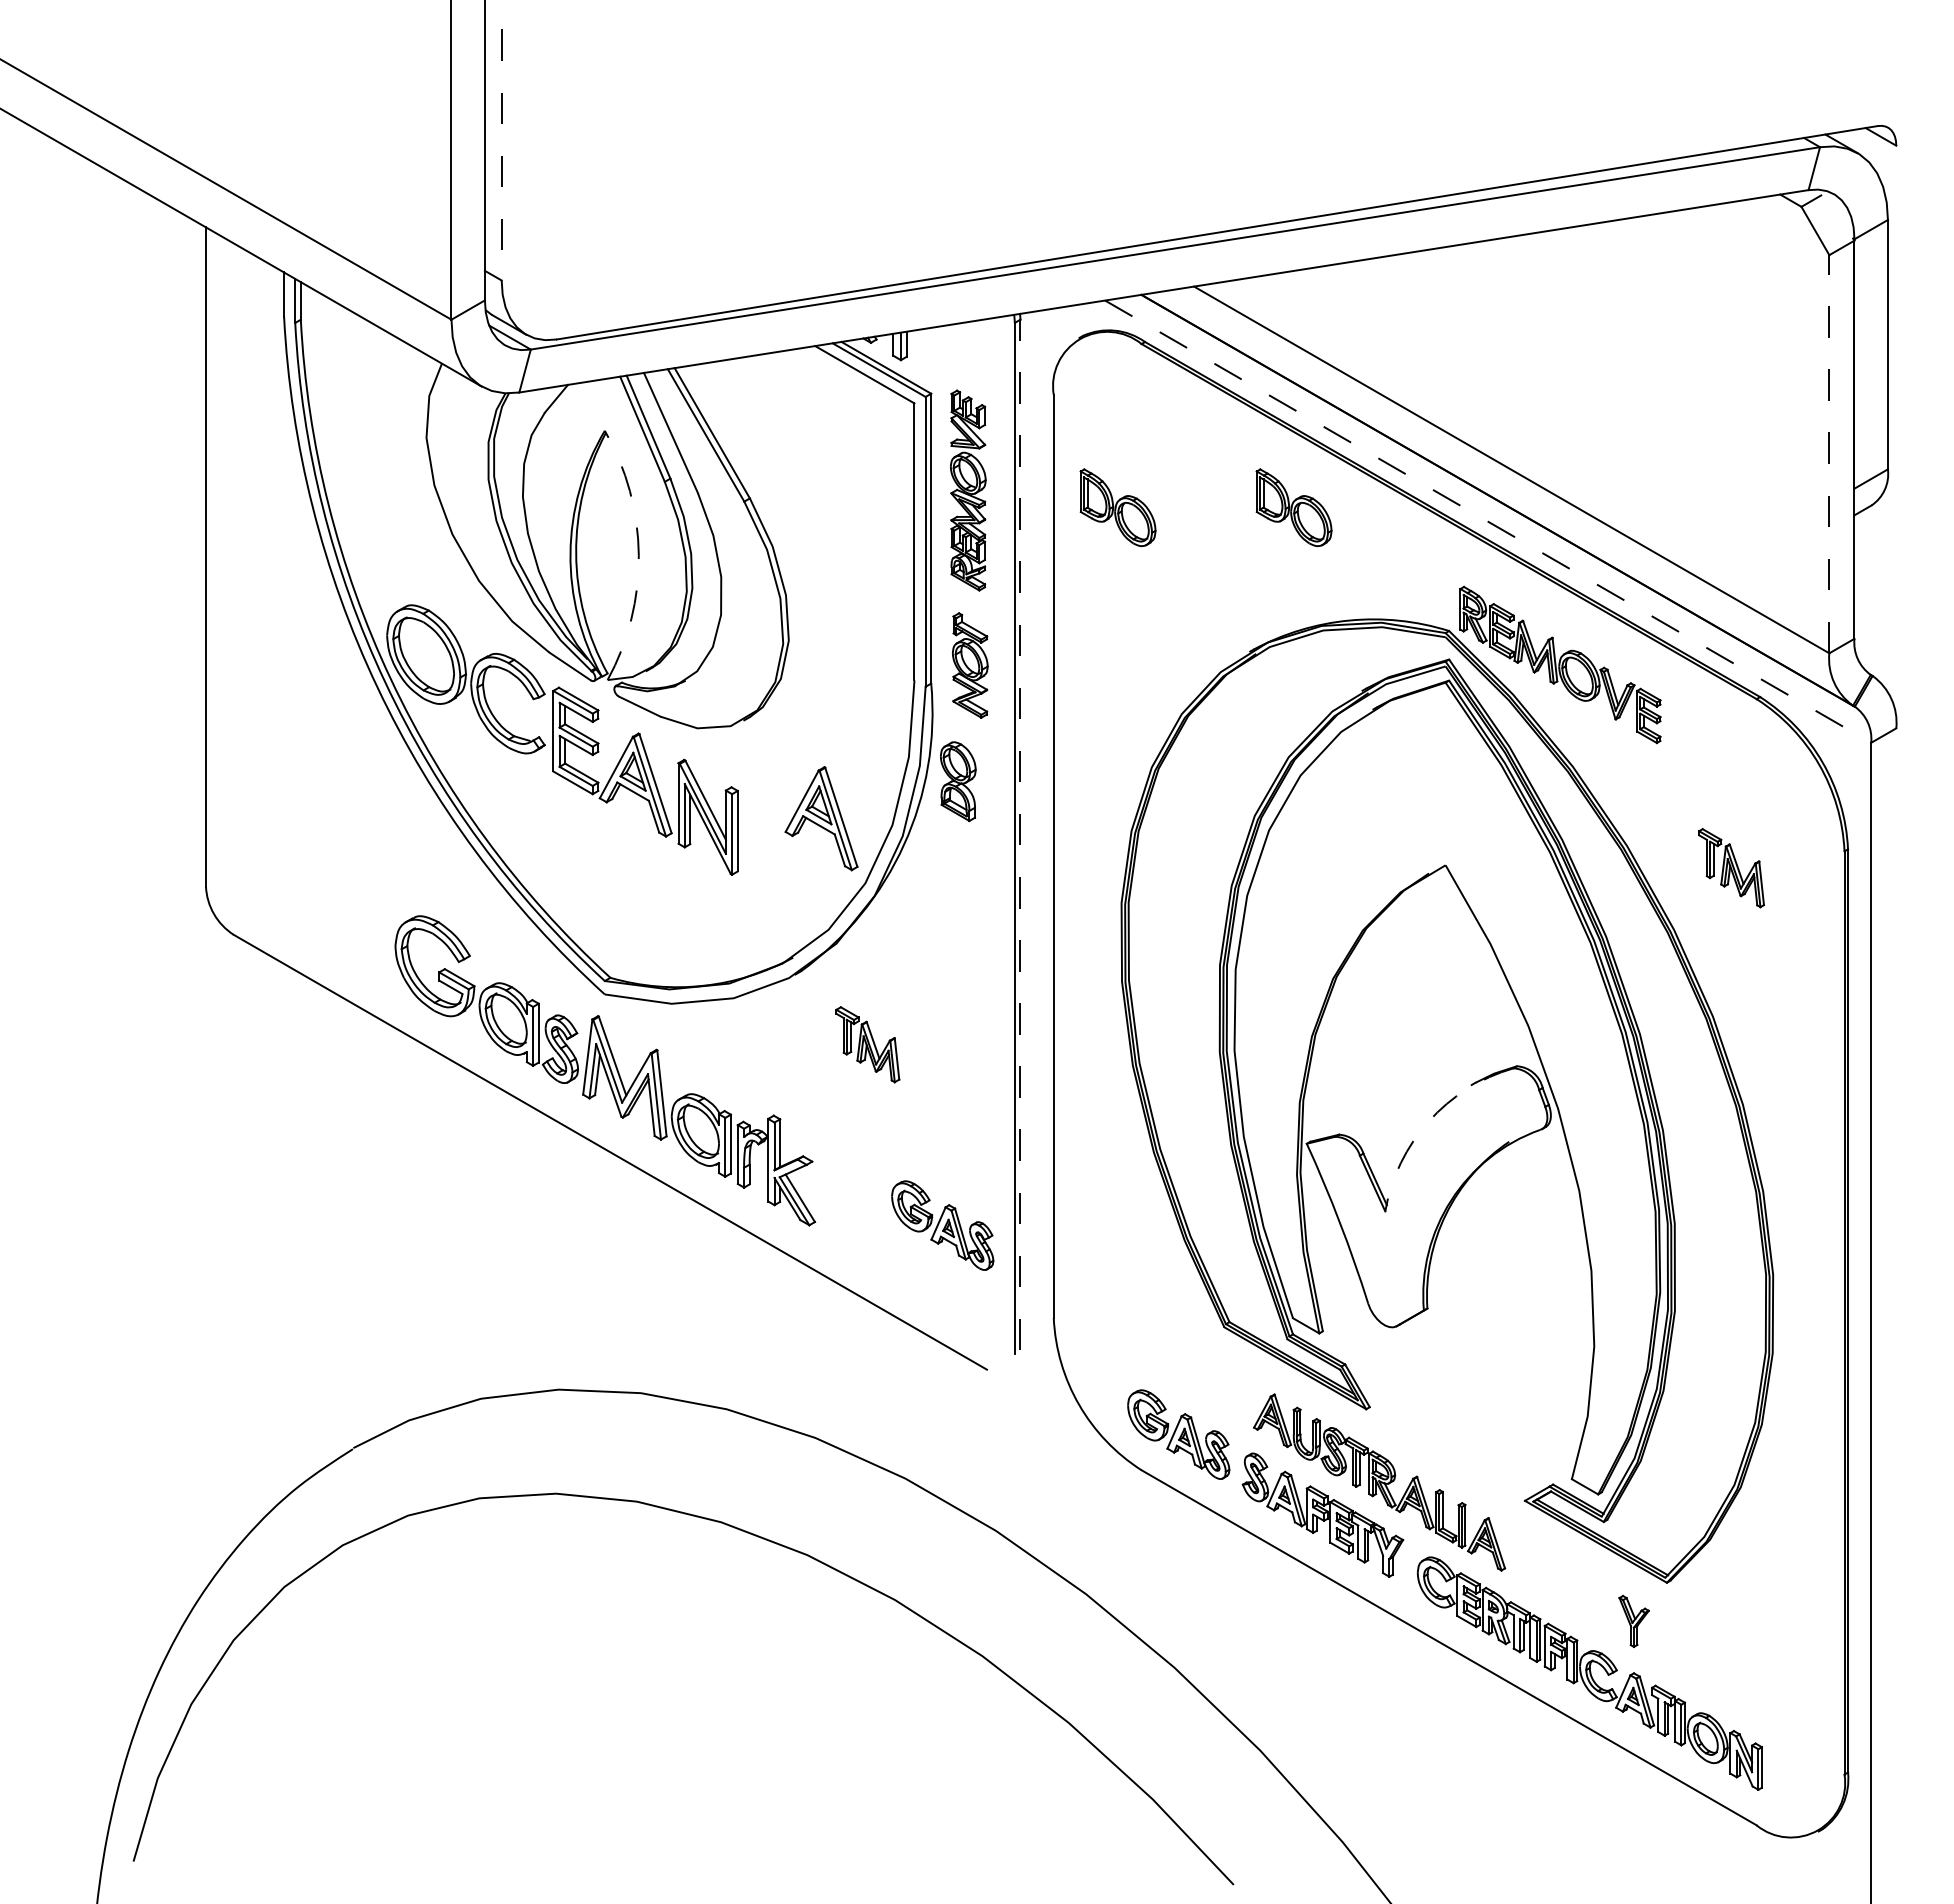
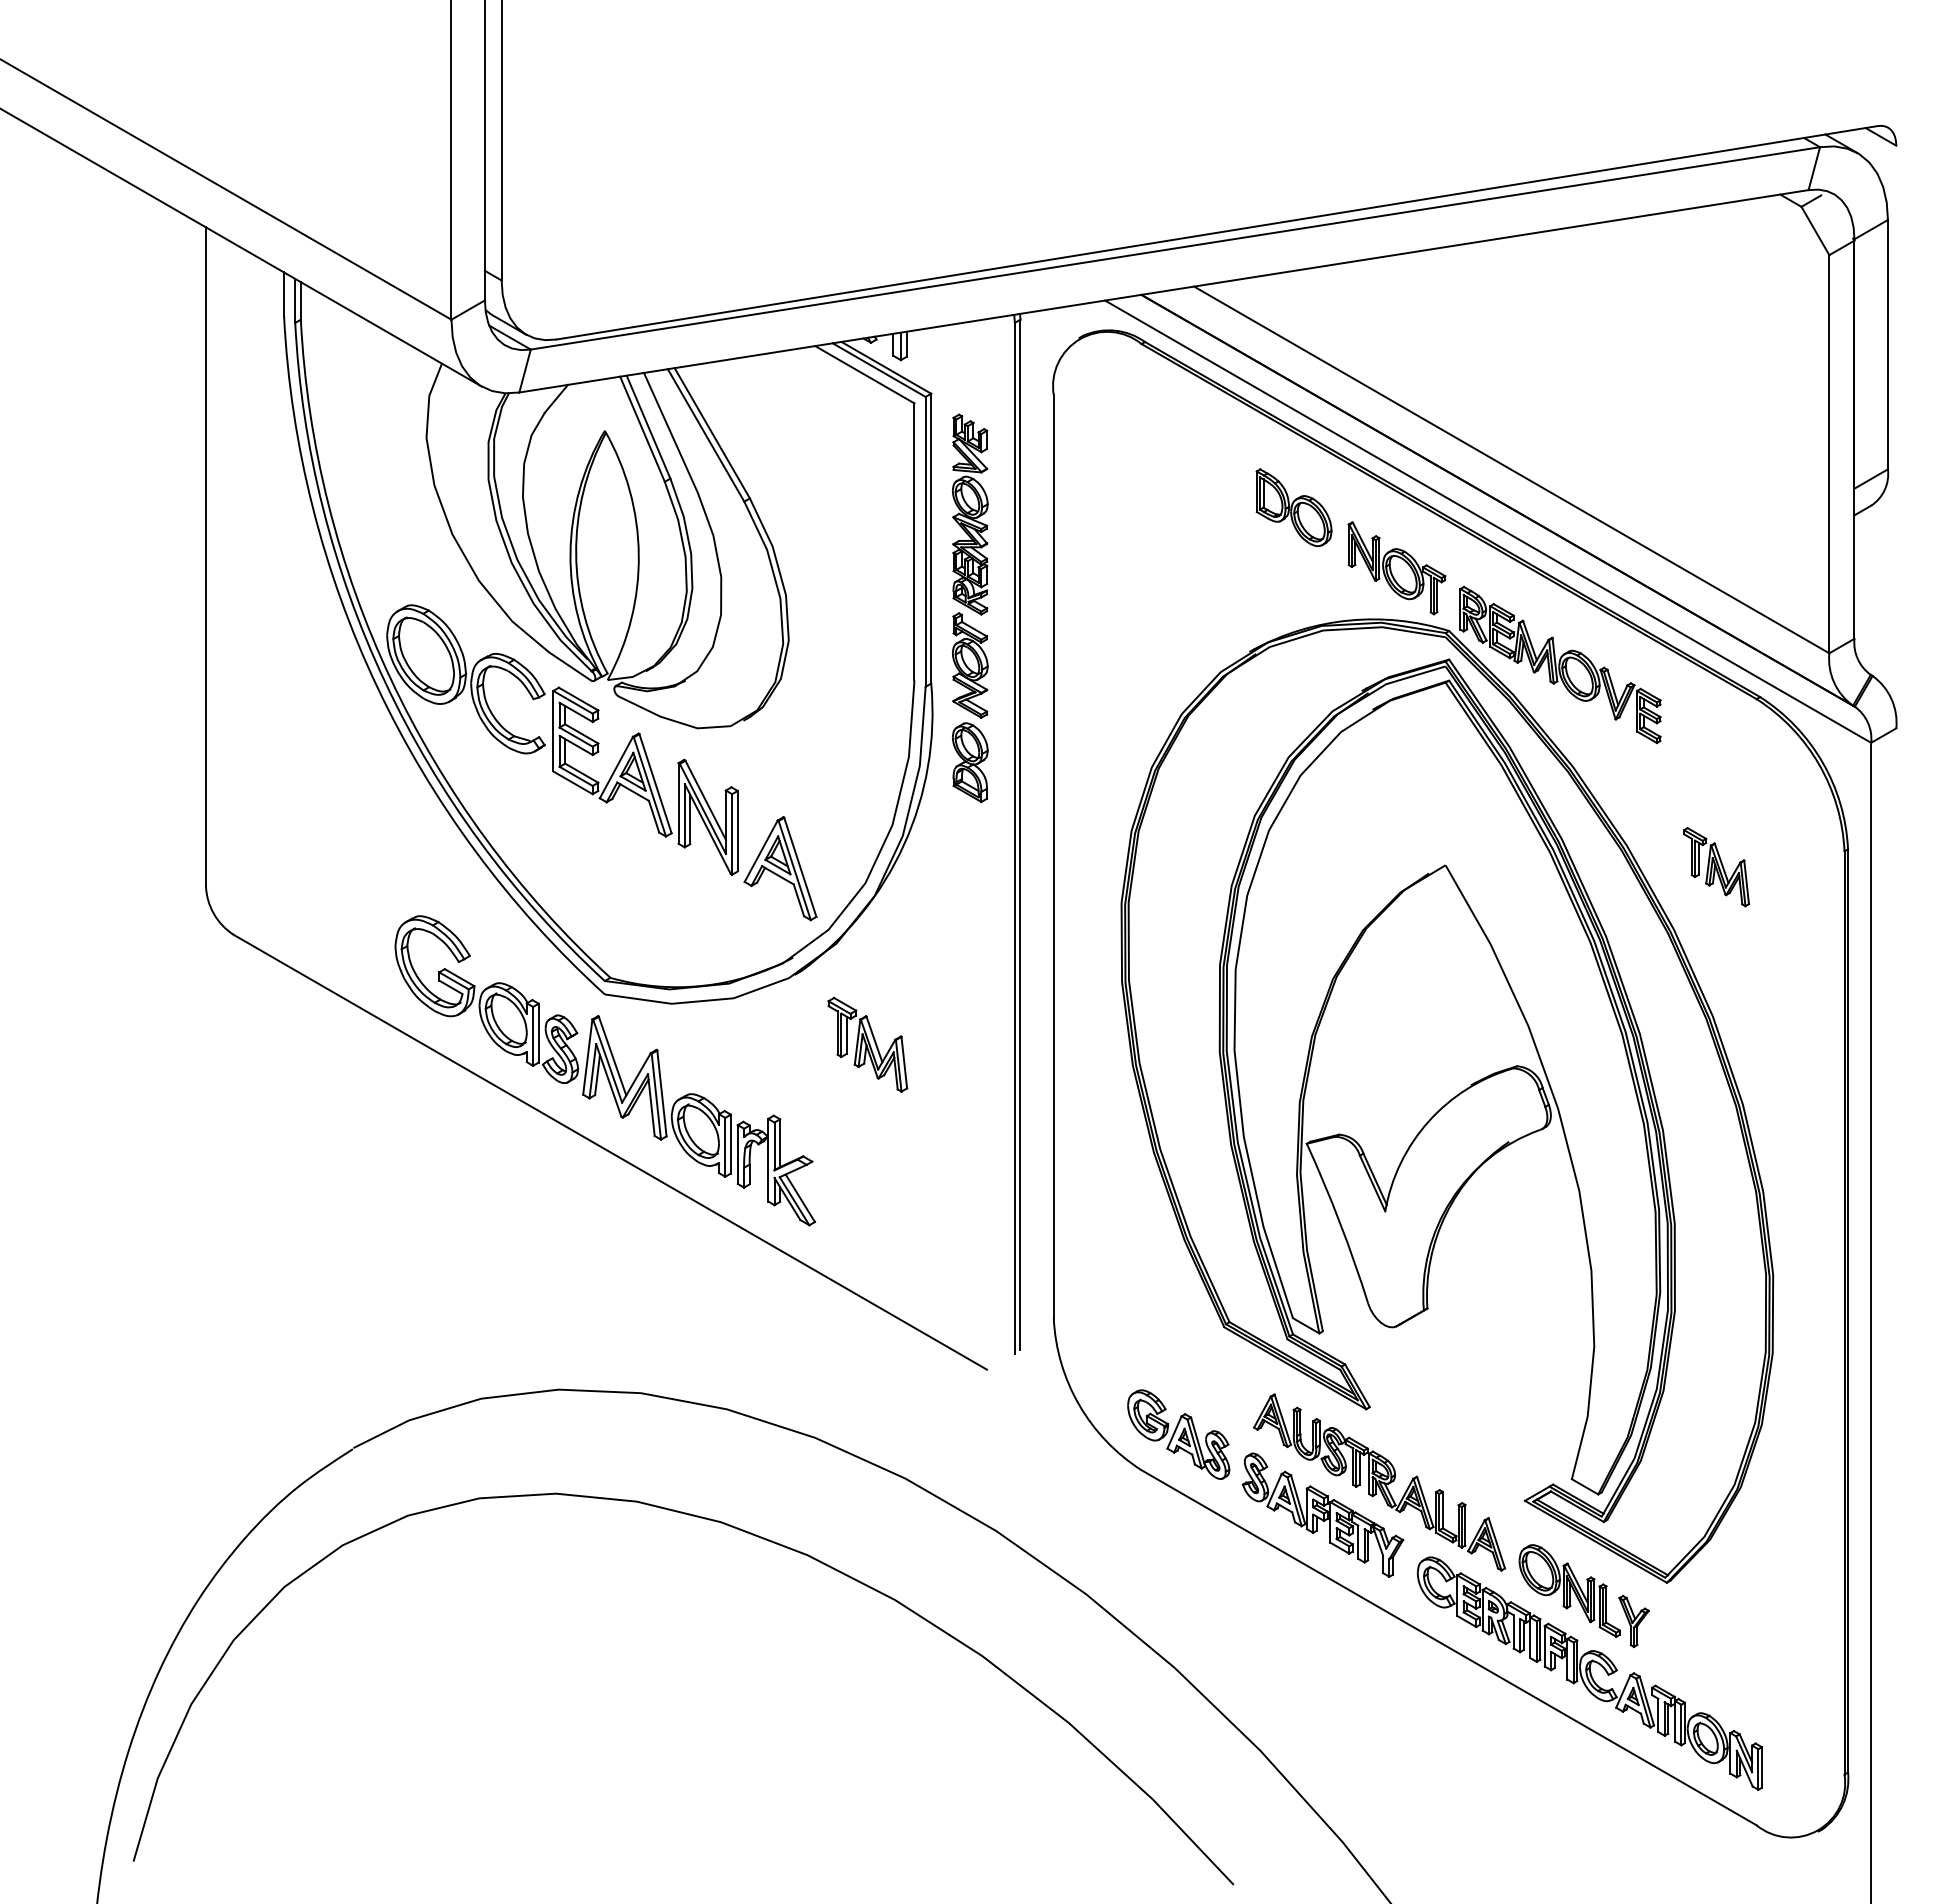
line at (501, 140): dashed -> solid
line at (1829, 453): dashed -> solid
part at (968, 490) position: (968, 490) -> (970, 514)
part at (1117, 507): present -> none
line at (1488, 521): dashed -> solid
arc at (638, 555): dashed -> solid
part at (1396, 568): none -> present
part at (958, 781) position: (958, 781) -> (970, 762)
part at (821, 818) position: (821, 818) -> (780, 868)
line at (1020, 834): dashed -> solid
part at (1731, 868) position: (1731, 868) -> (1716, 867)
part at (867, 1044) size: 66x78 px -> 82x97 px
arc at (1428, 1121): dashed -> solid
part at (942, 1225): present -> none
part at (1569, 1590): none -> present
